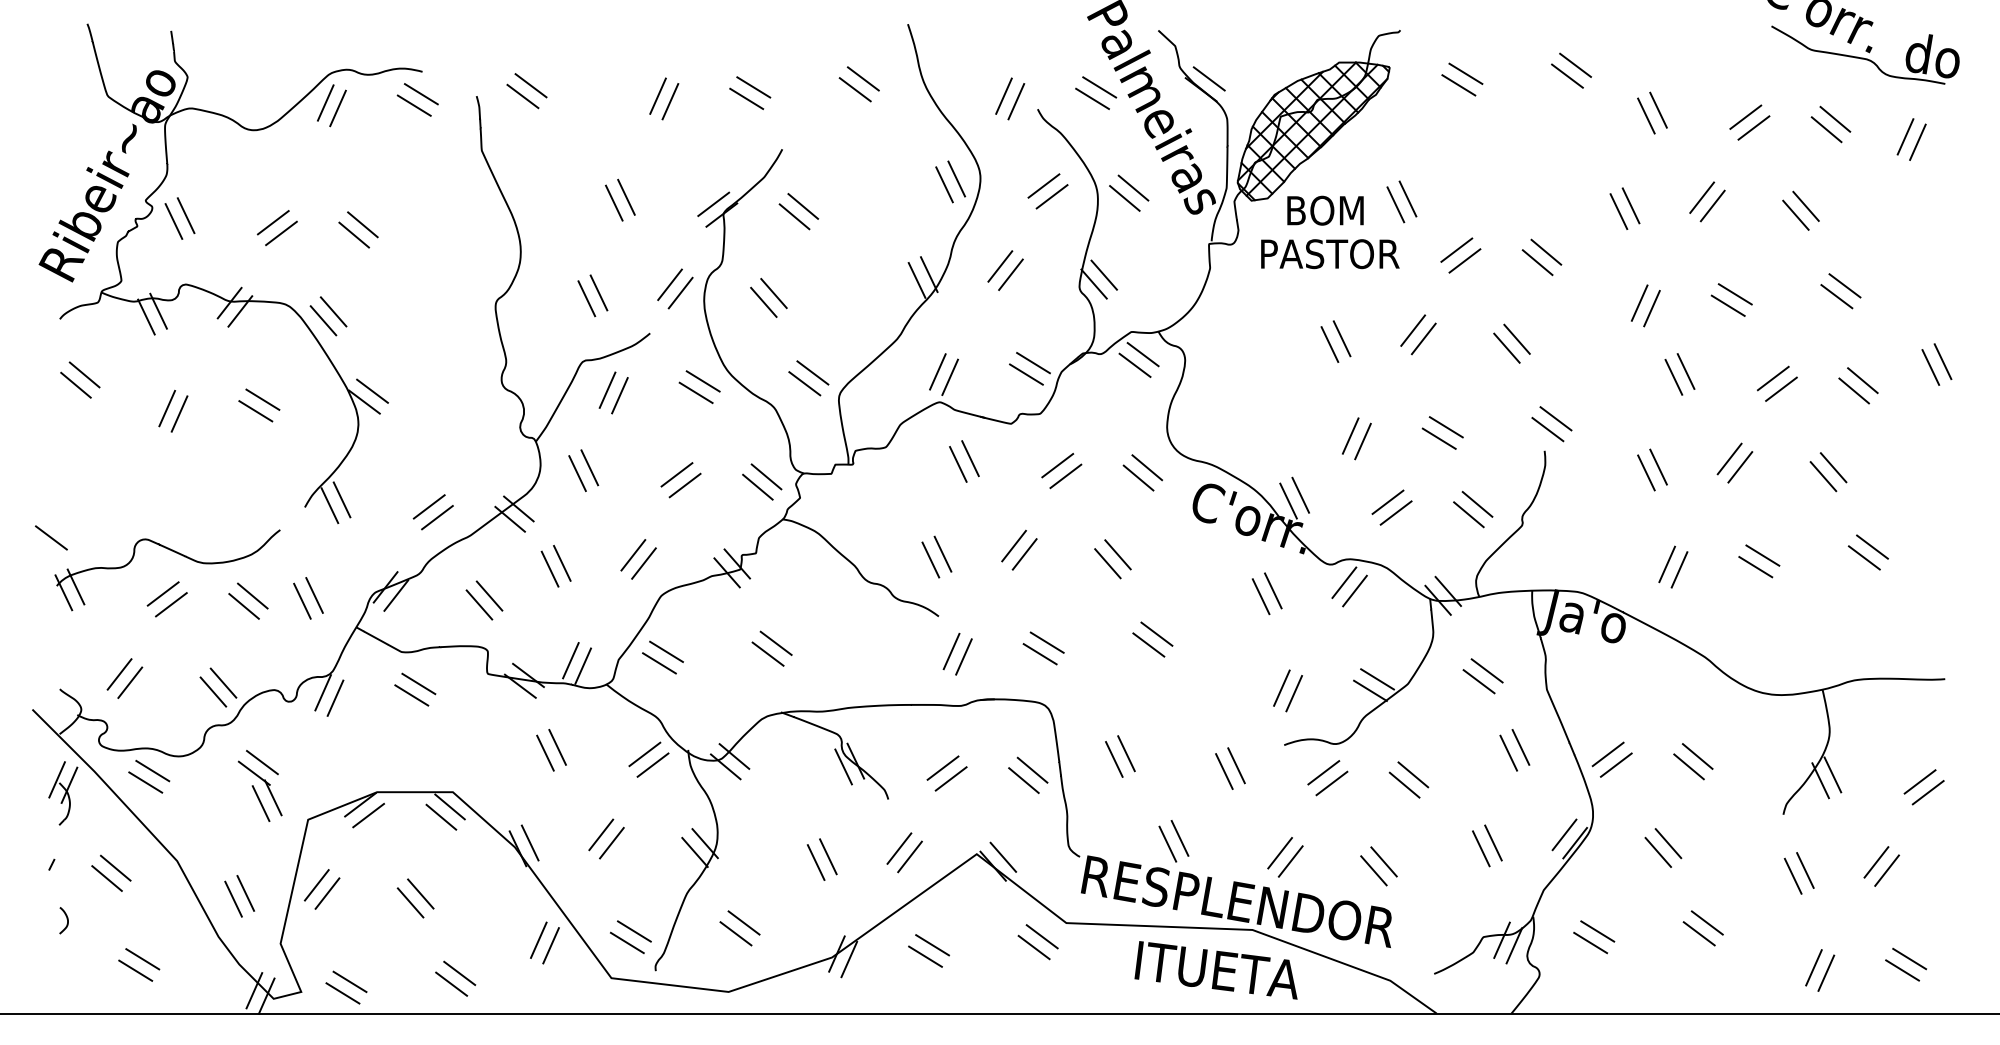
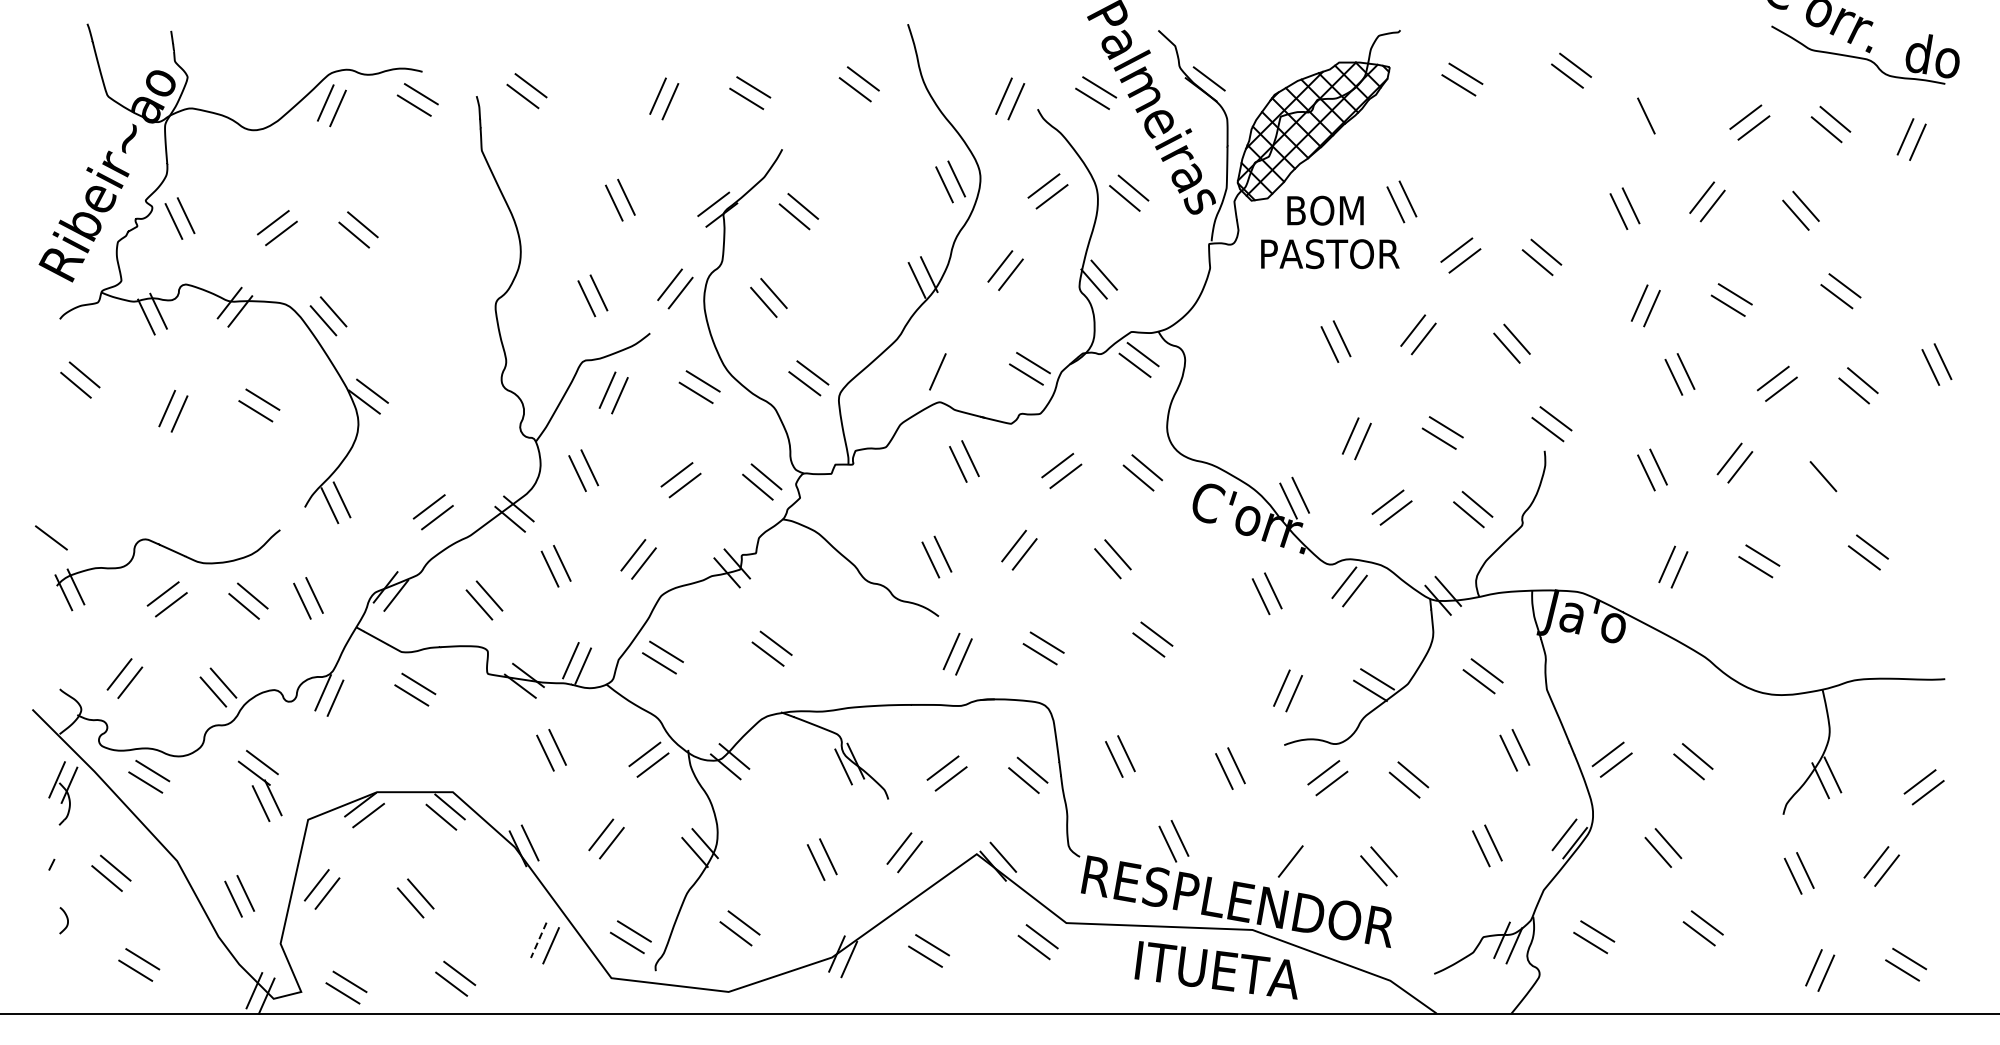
line at (1658, 109): present -> none
line at (949, 377): present -> none
line at (1833, 467): present -> none
line at (1279, 853): present -> none
line at (538, 940): solid -> dashed
